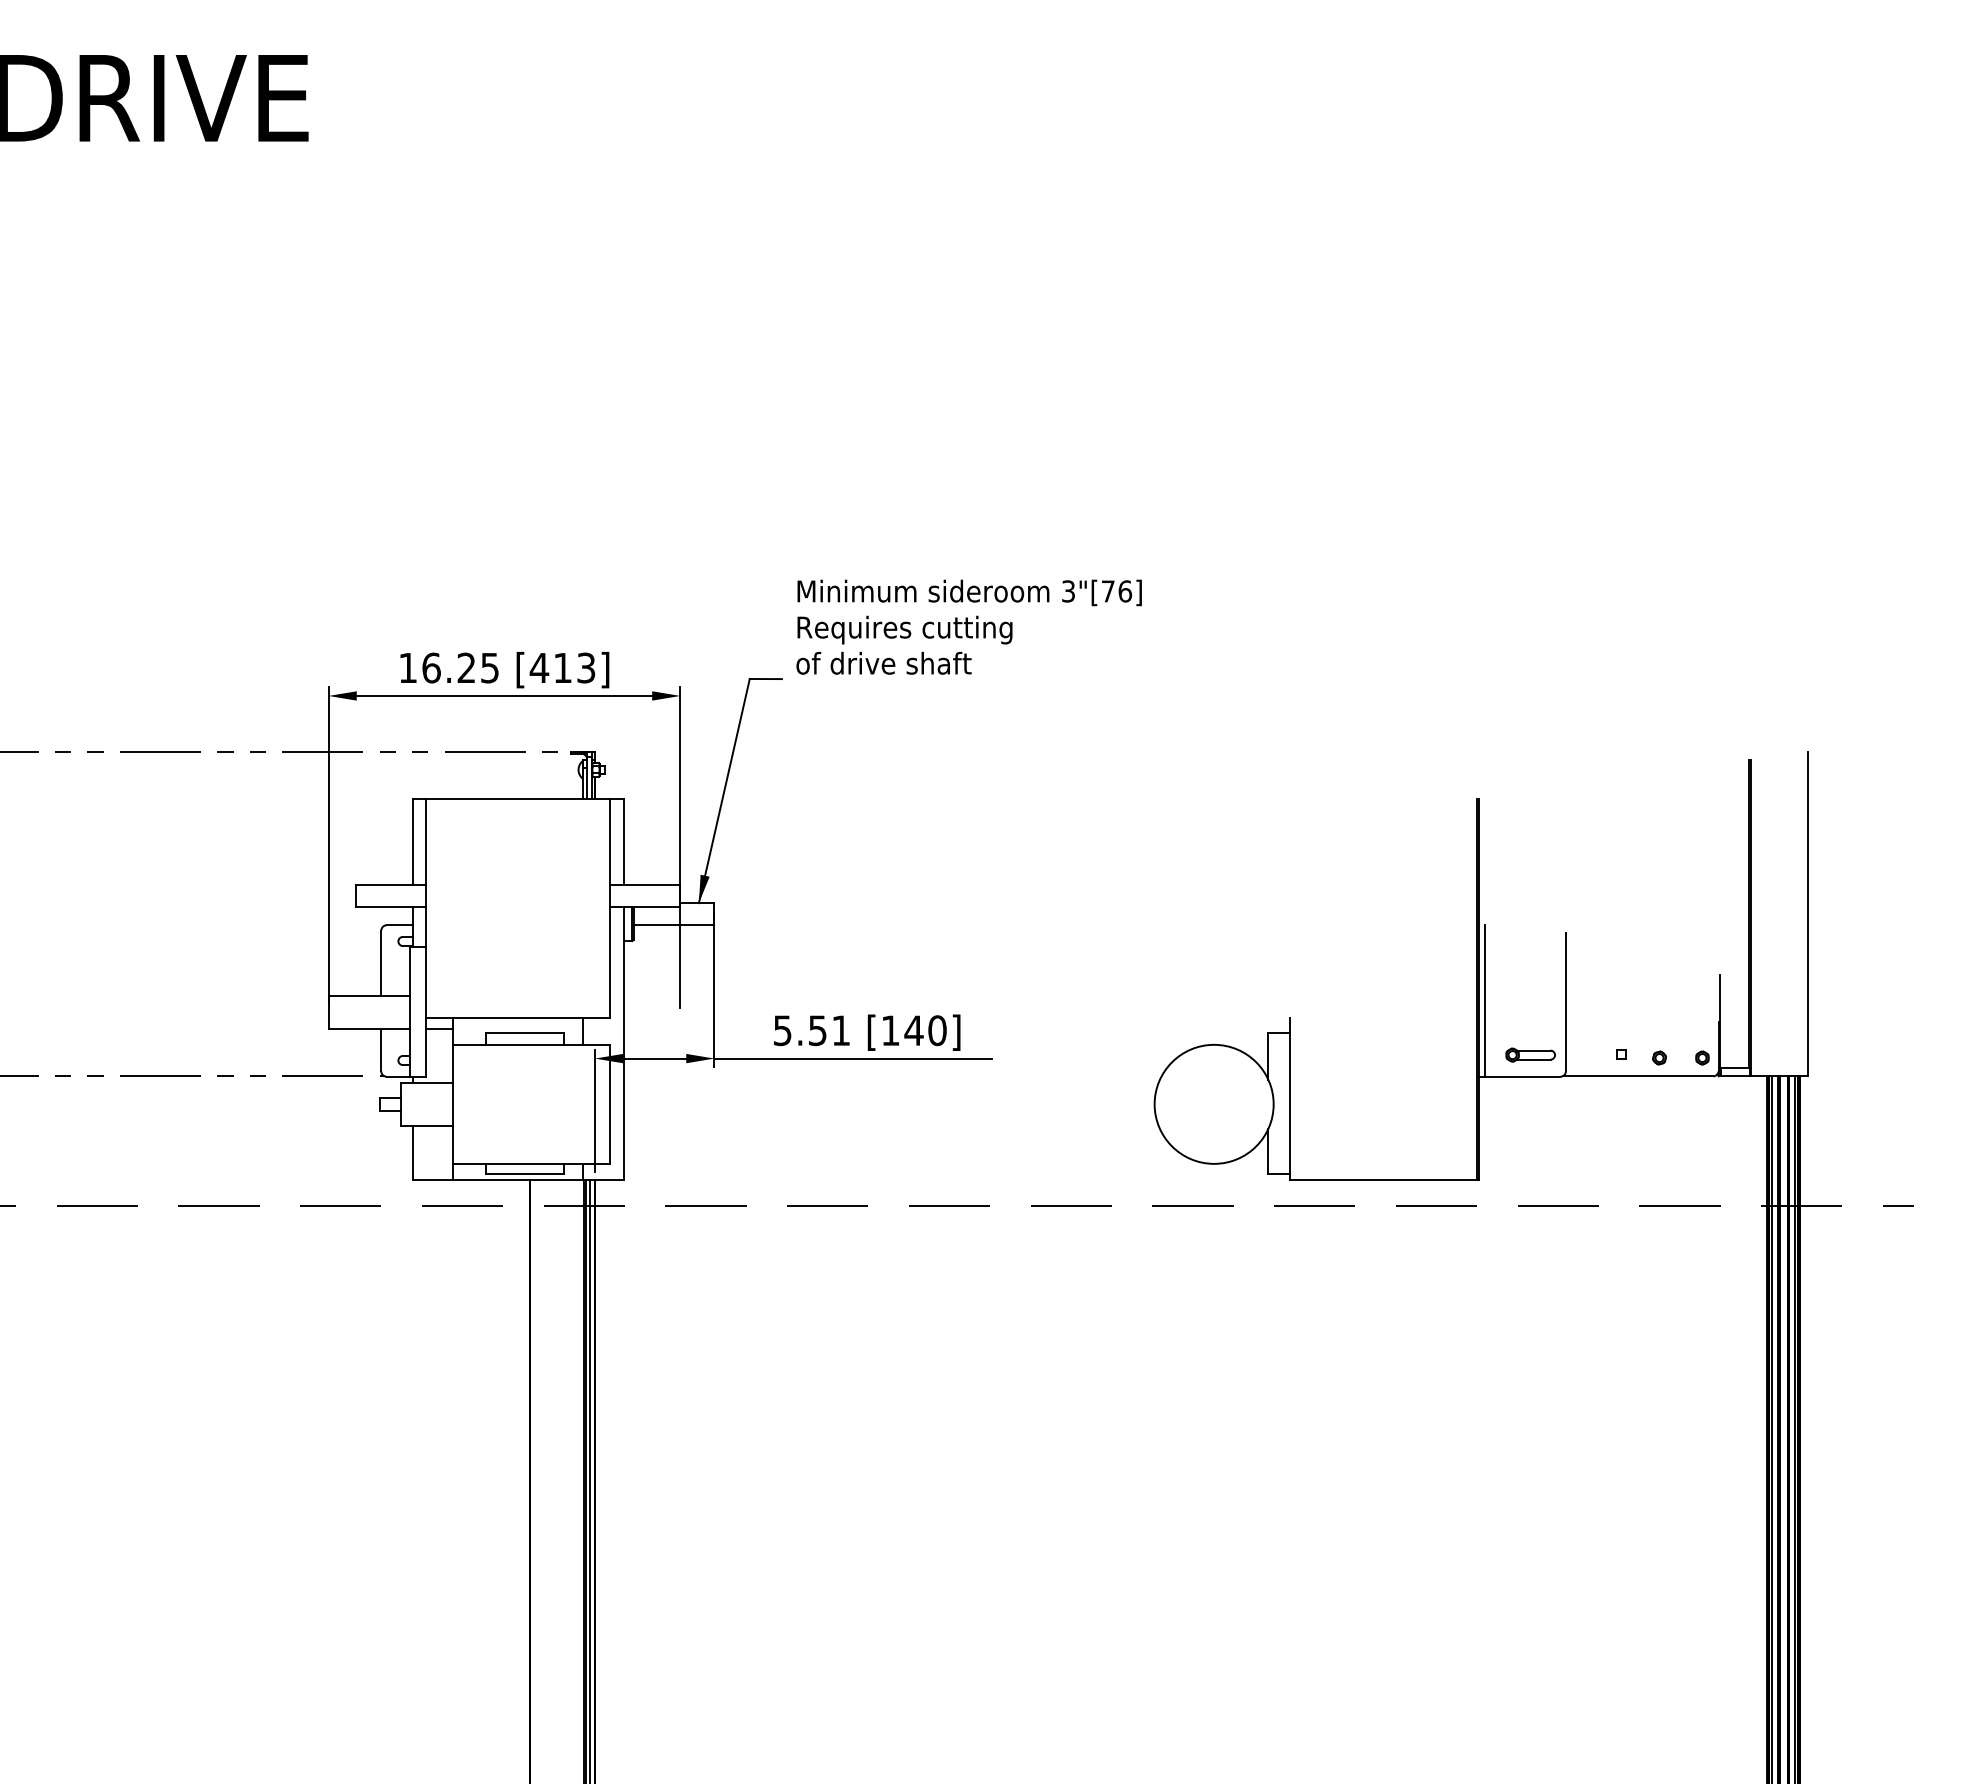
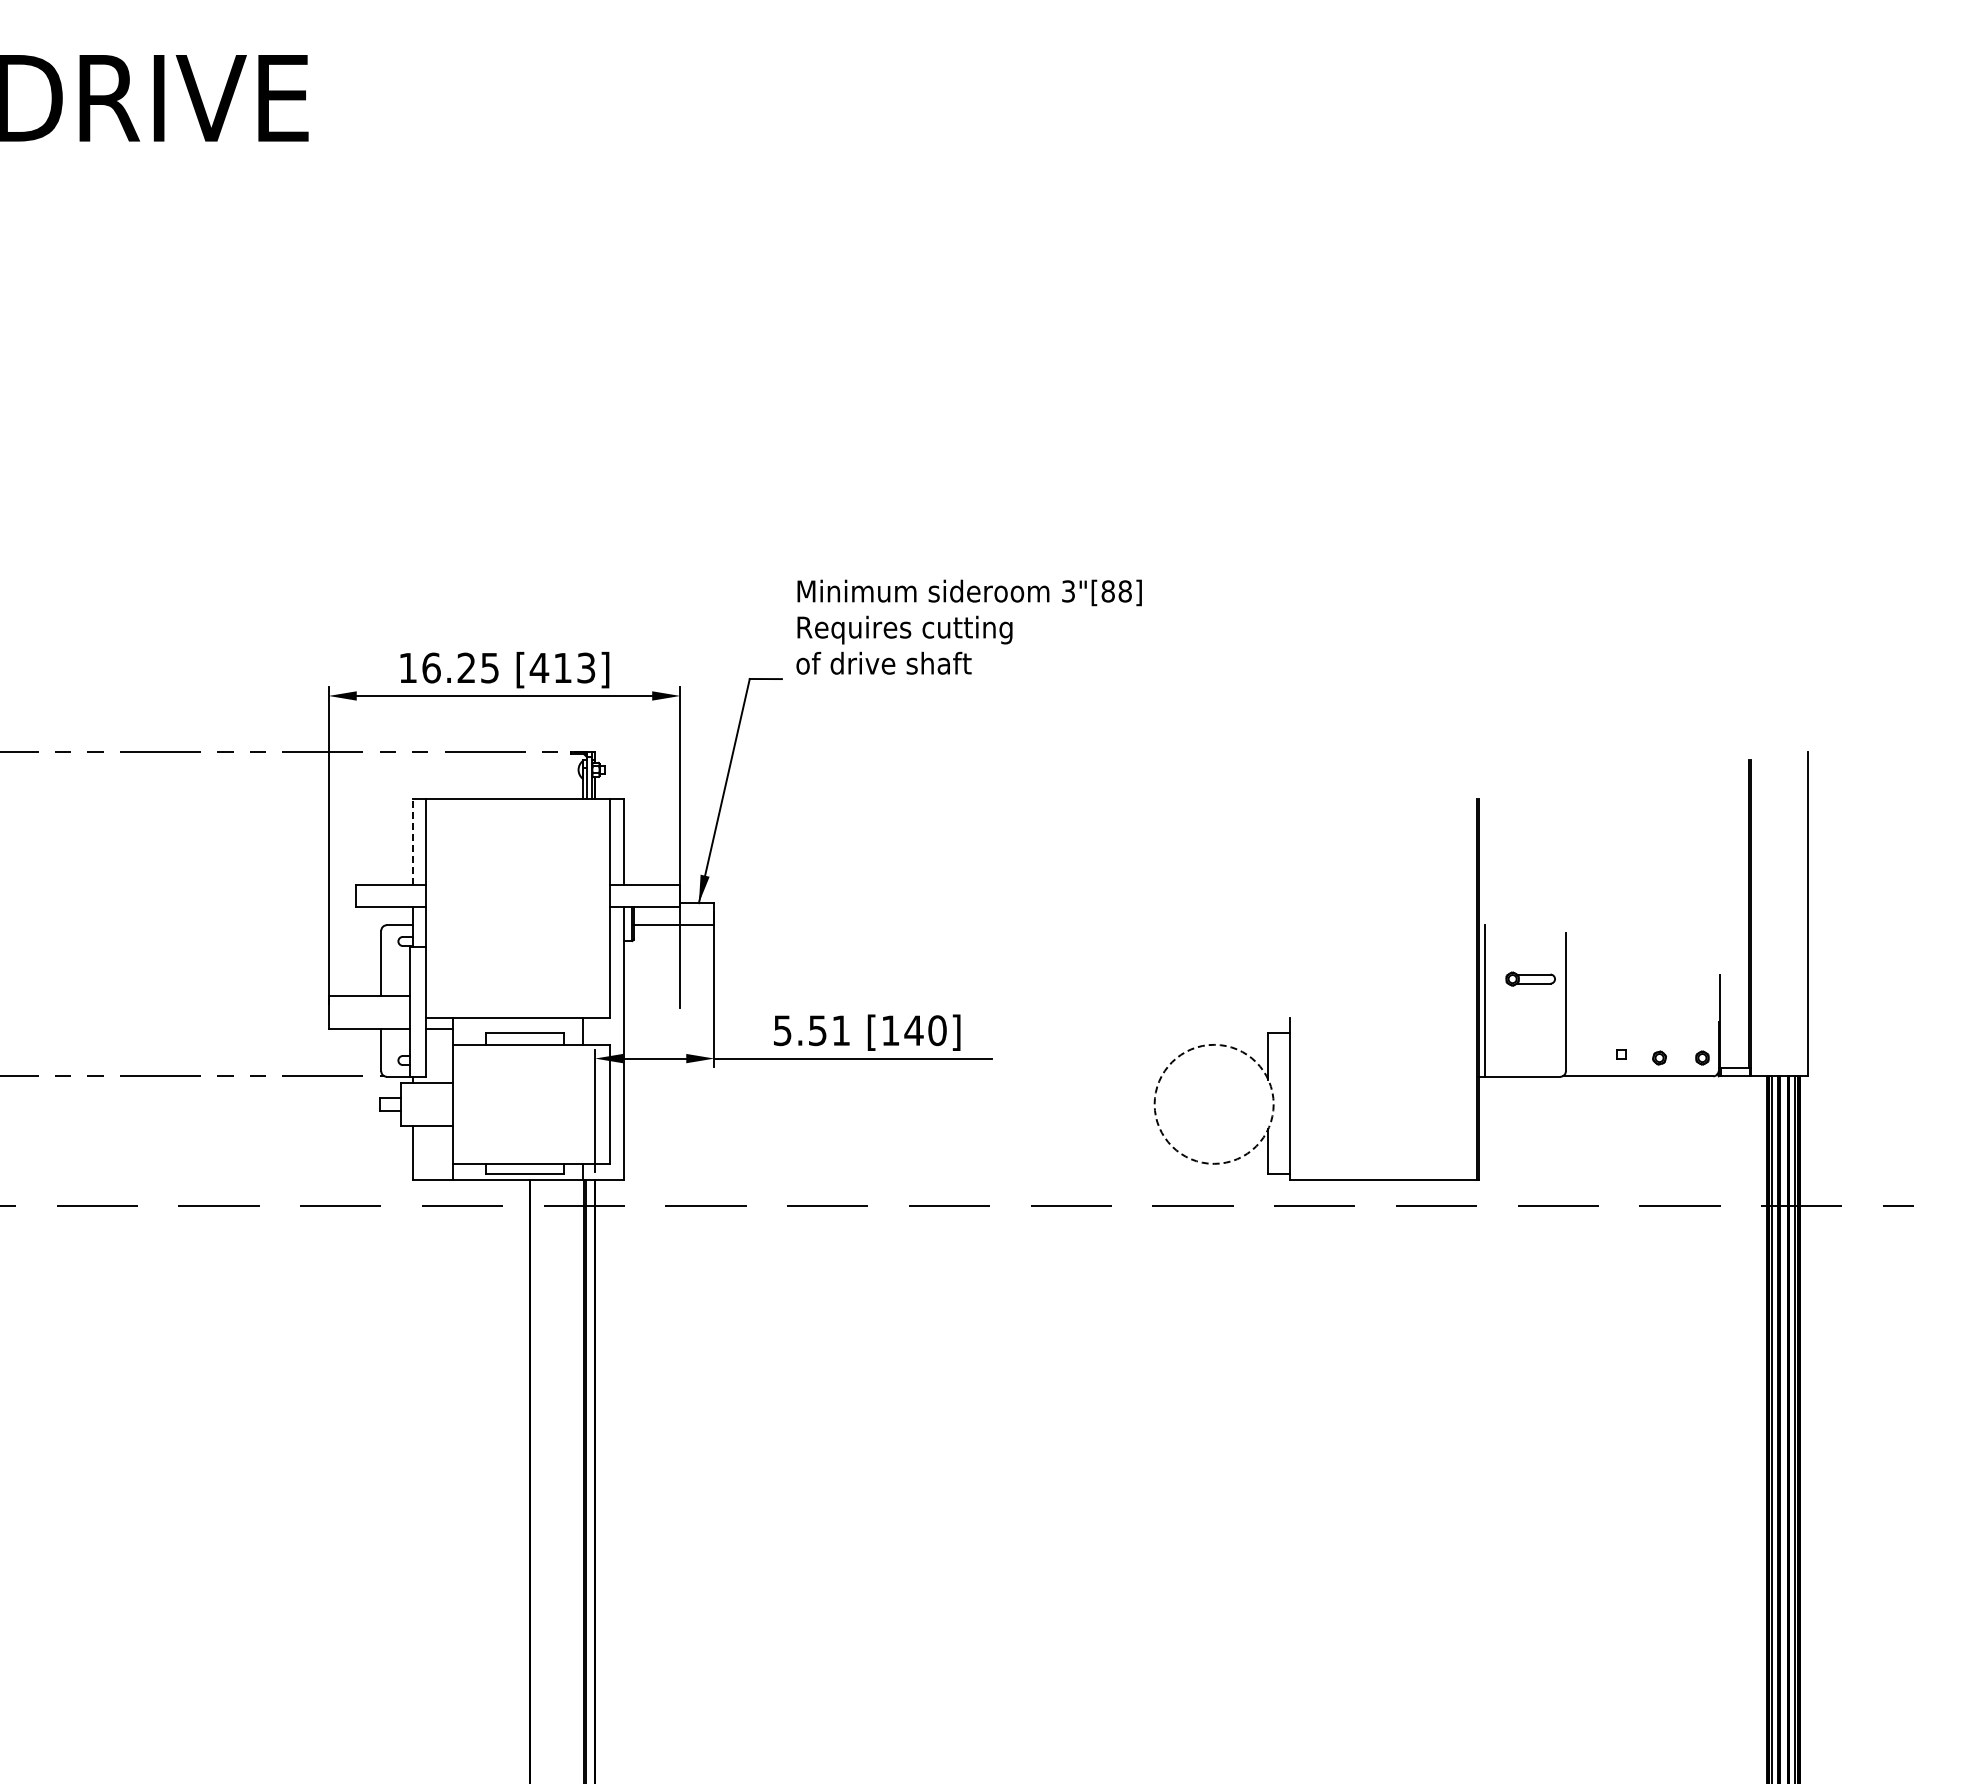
text at (1116, 591): 3"[76] -> 3"[88]
line at (412, 841): solid -> dashed
part at (1530, 1054) position: (1530, 1054) -> (1530, 978)
circle at (1213, 1103): solid -> dashed
line at (589, 1480): present -> none
